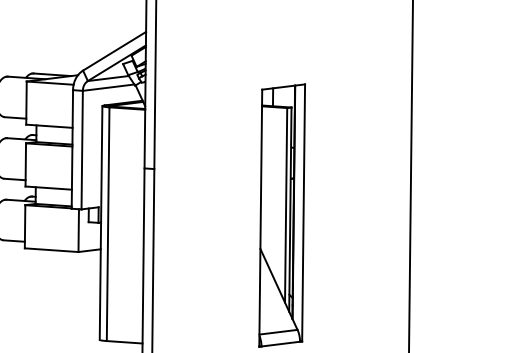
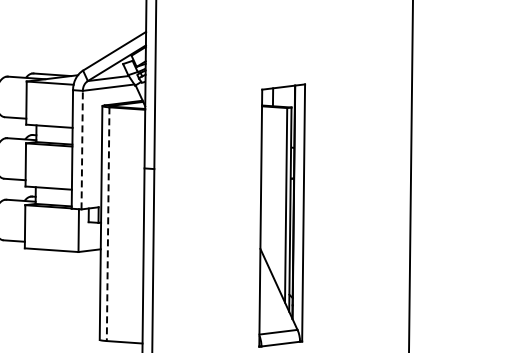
line at (82, 149): solid -> dashed
line at (108, 224): solid -> dashed
